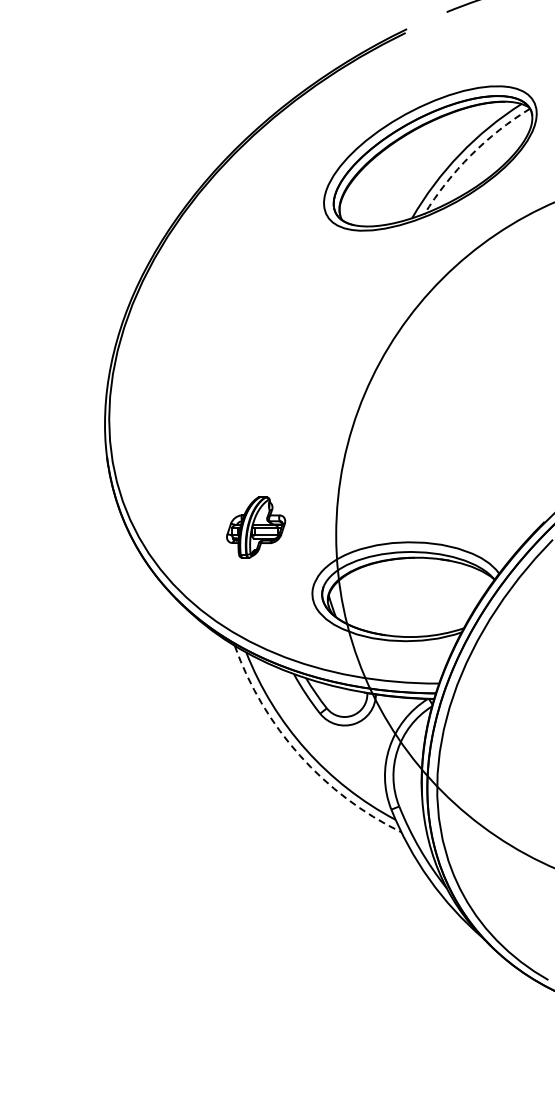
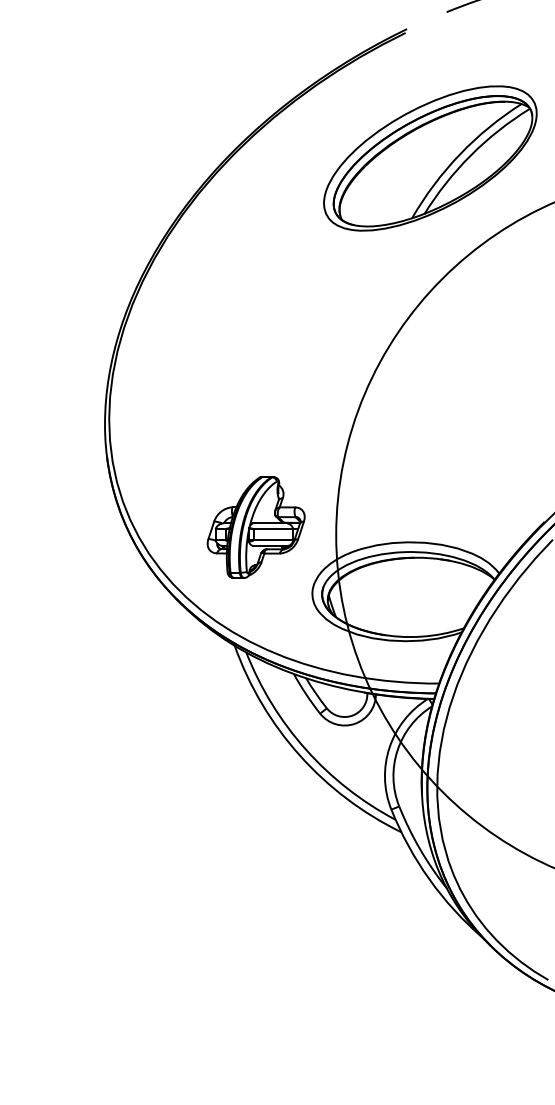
arc at (470, 155): dashed -> solid
part at (256, 527) size: 61x63 px -> 100x103 px
arc at (299, 755): dashed -> solid
